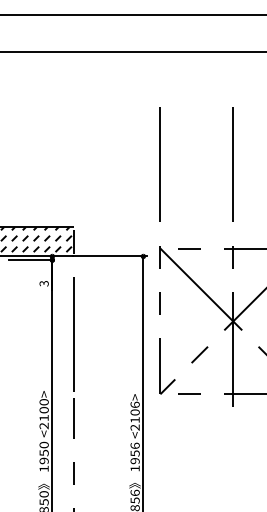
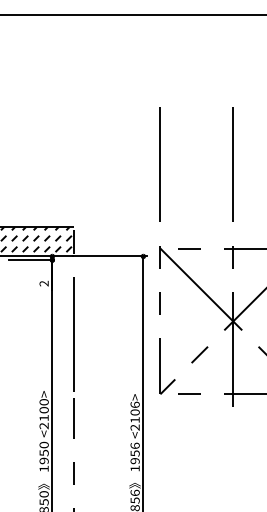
line at (132, 51): present -> none
text at (44, 283): 3 -> 2
